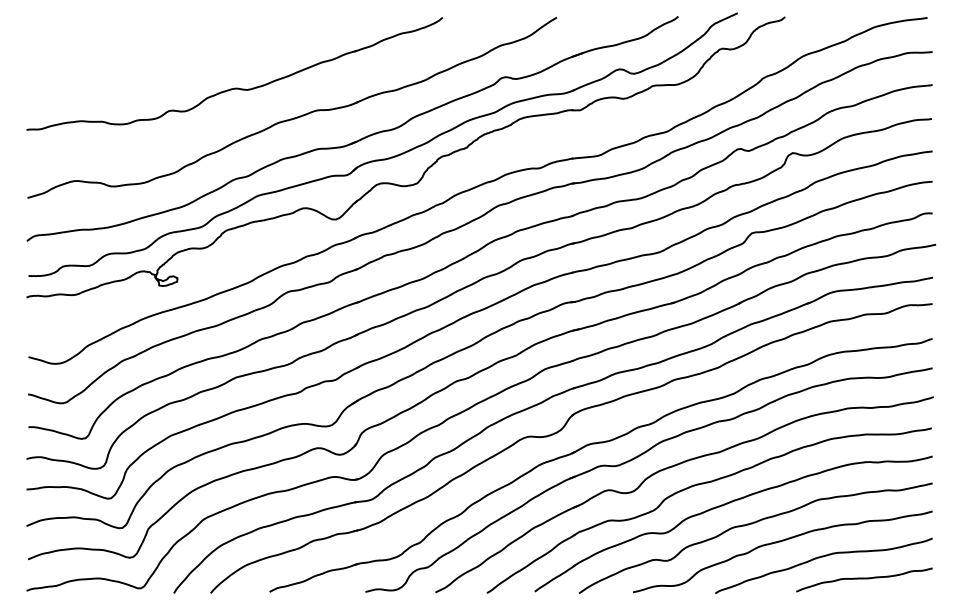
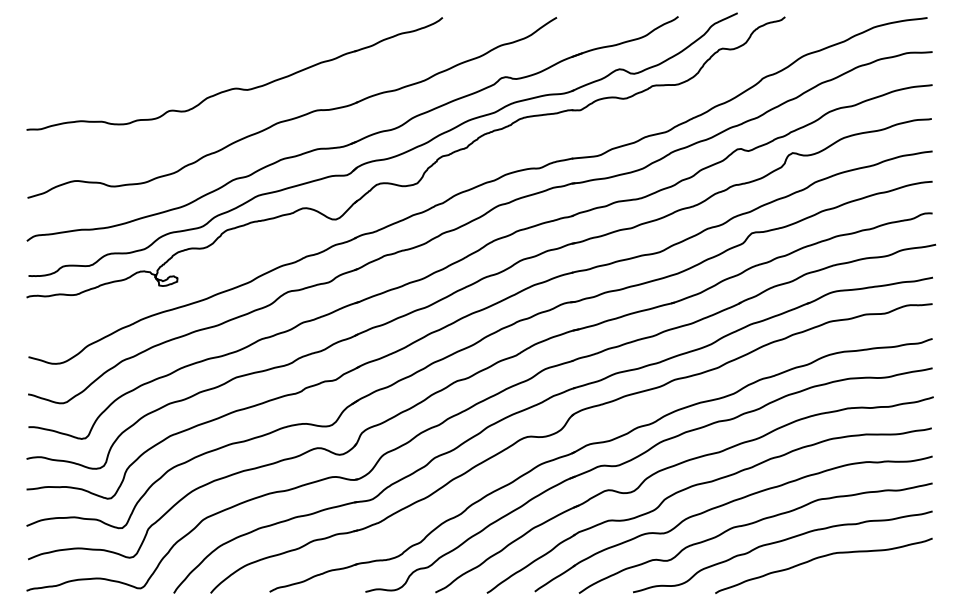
curve at (864, 579): present -> none
